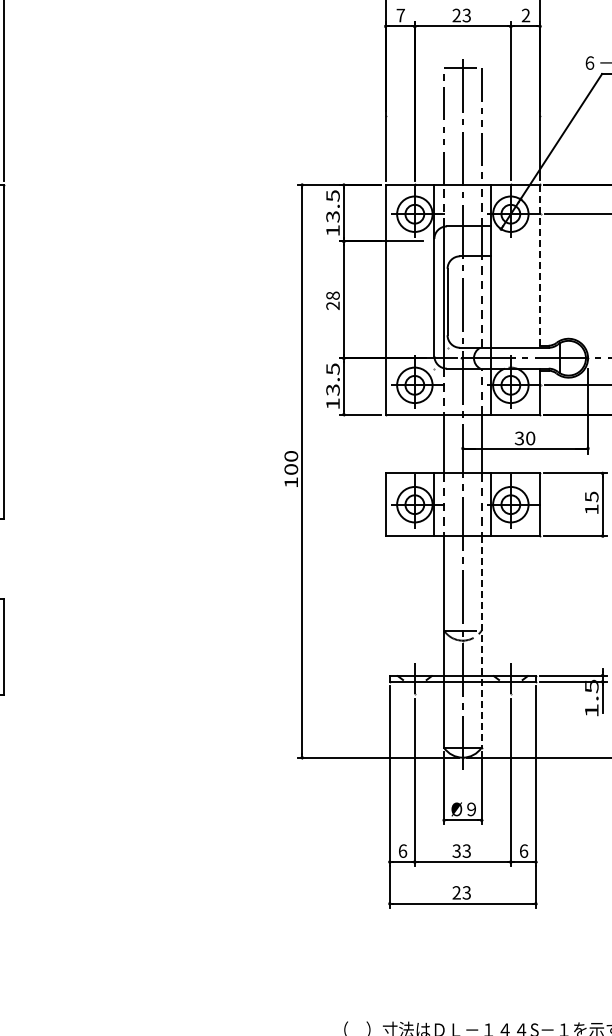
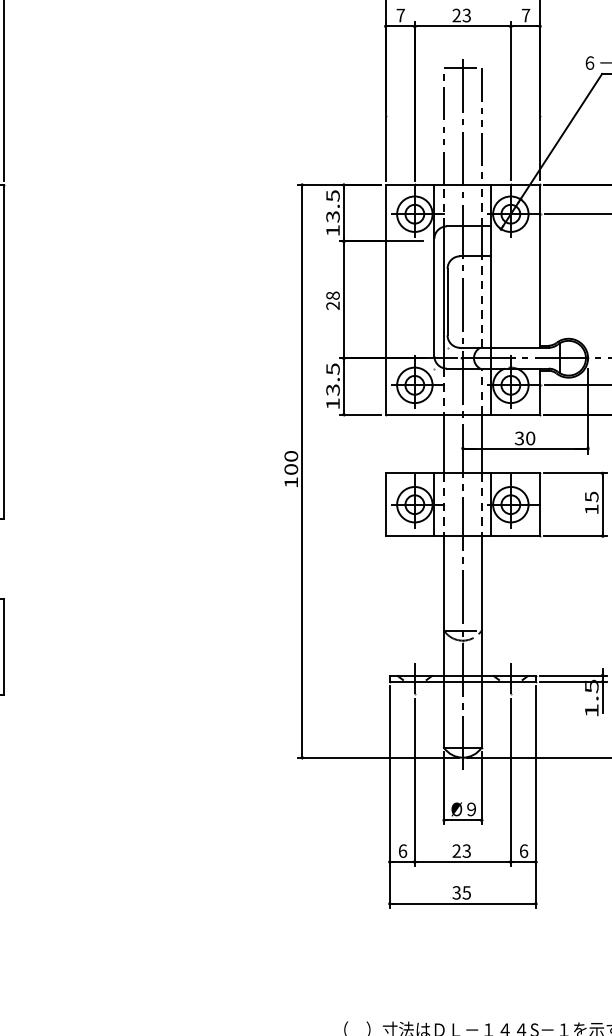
text at (525, 15): 2 -> 7
line at (540, 266): dashed -> solid
line at (481, 641): dashed -> solid
text at (456, 850): 33 -> 23
text at (461, 892): 23 -> 35
